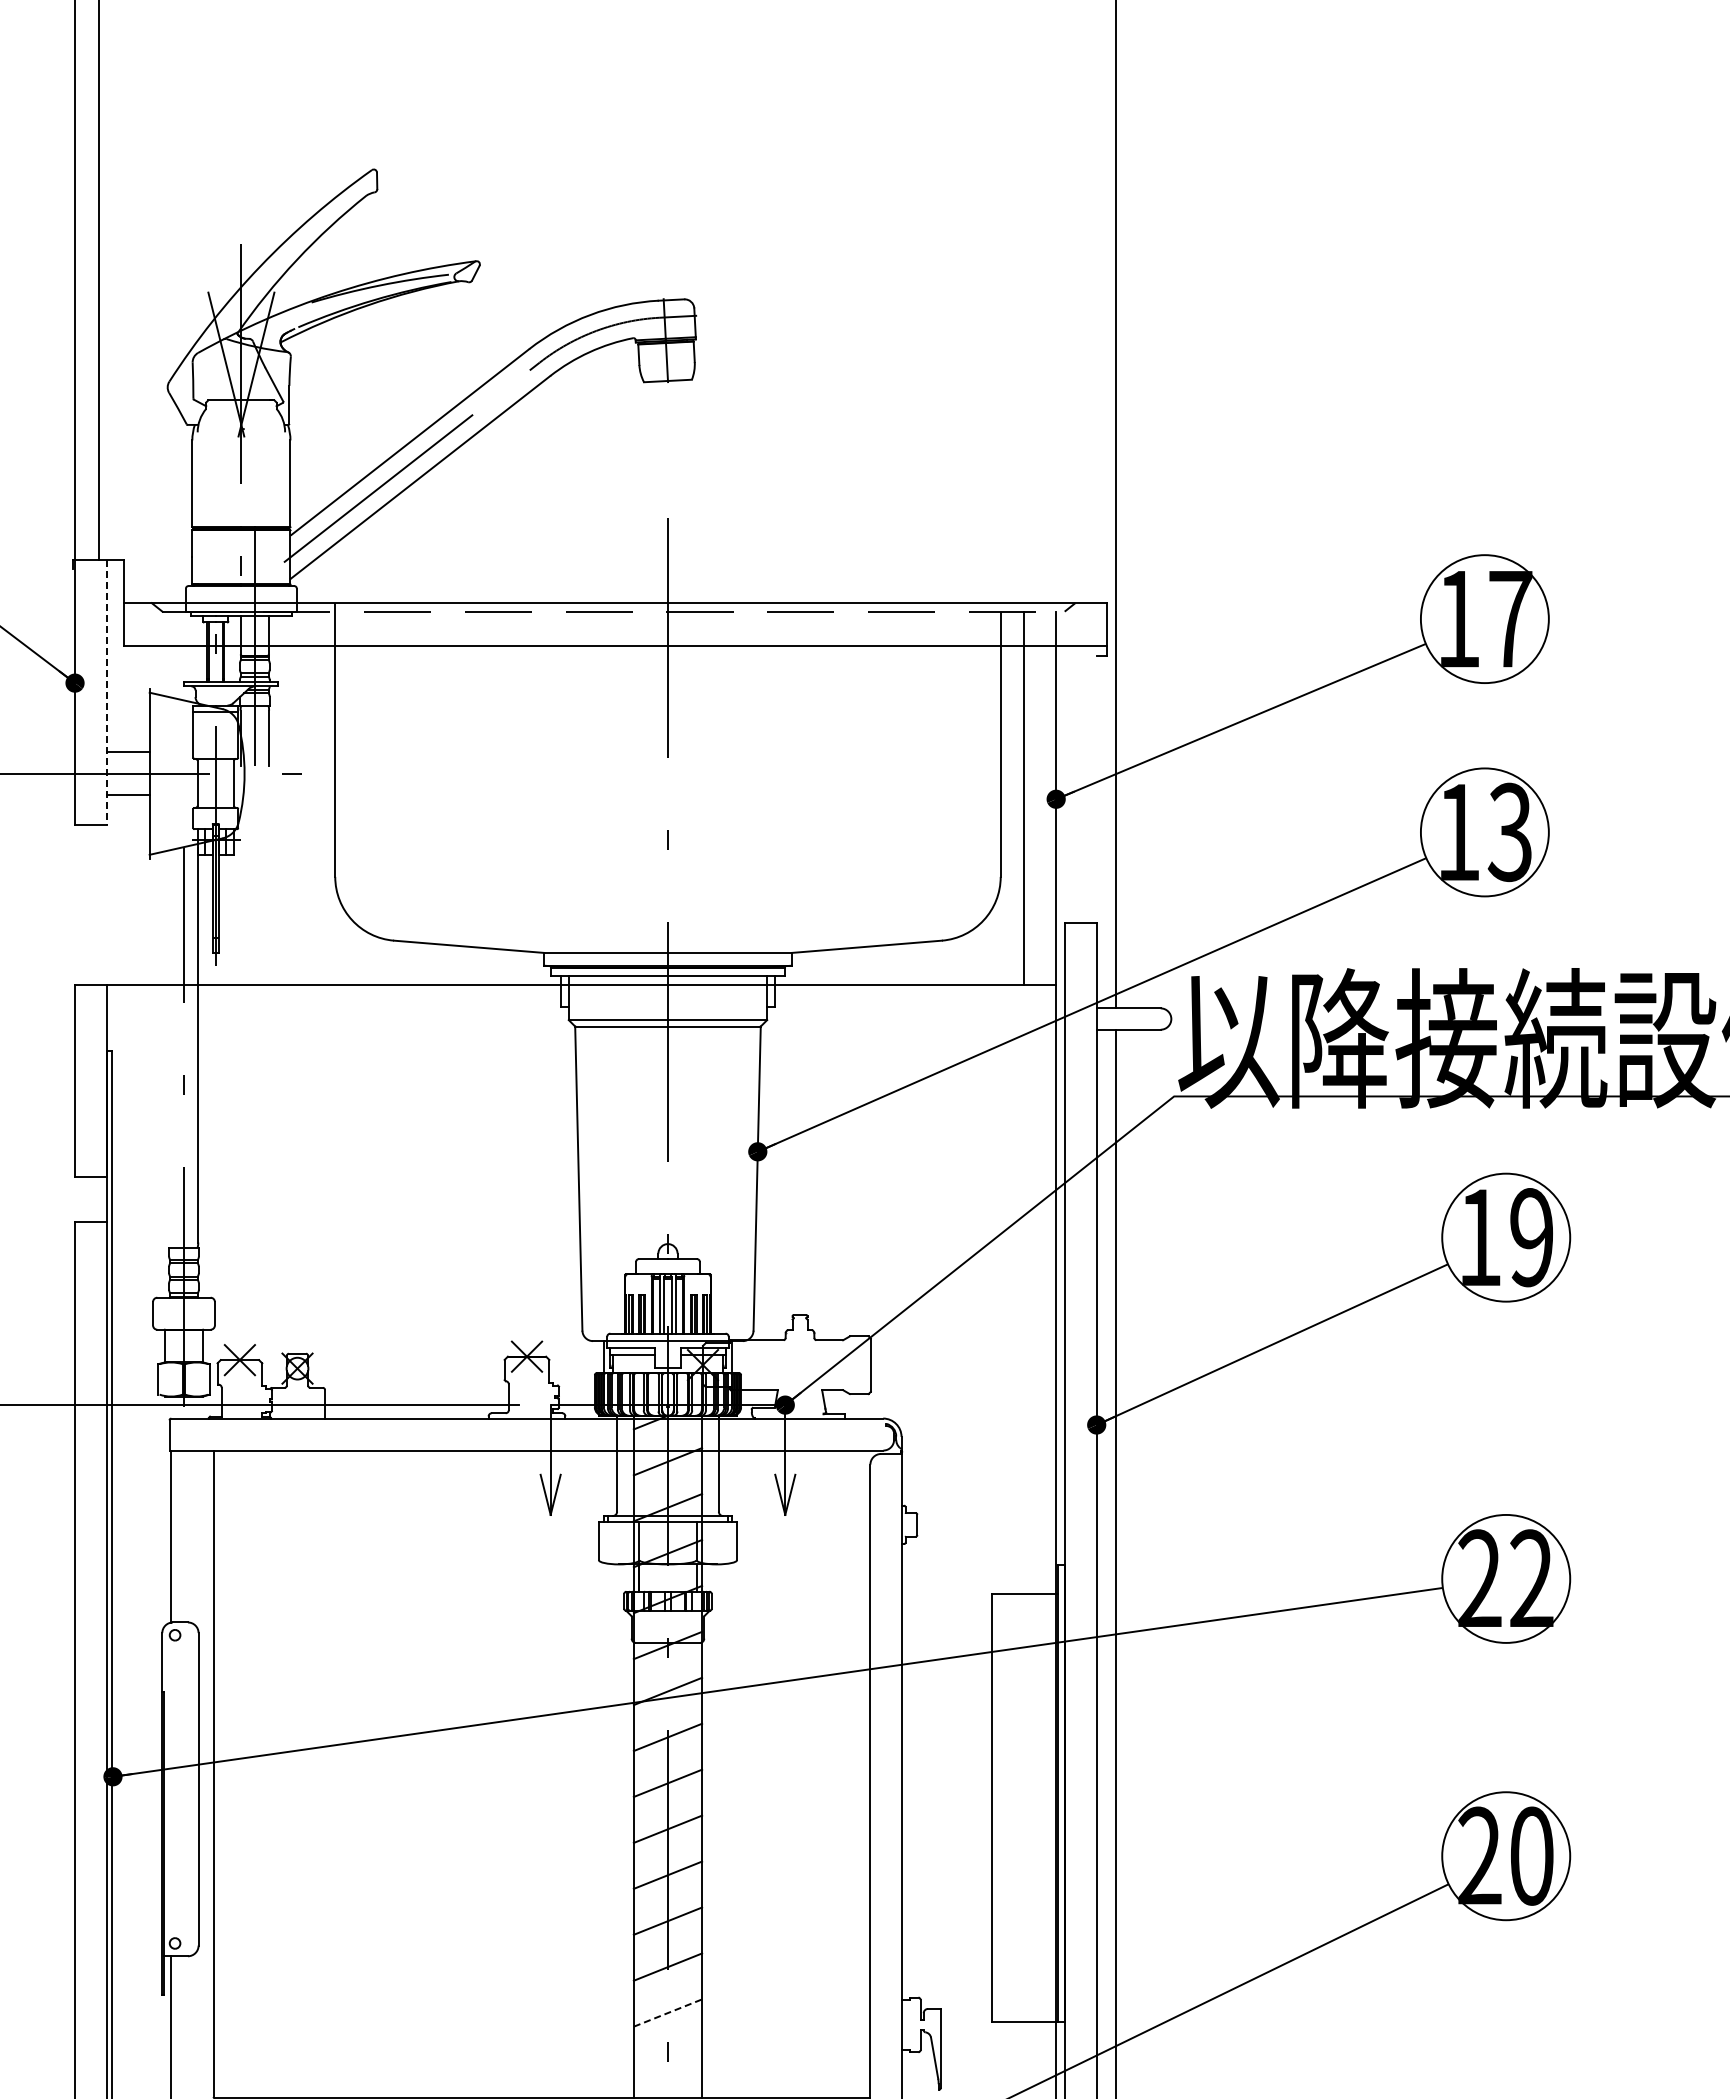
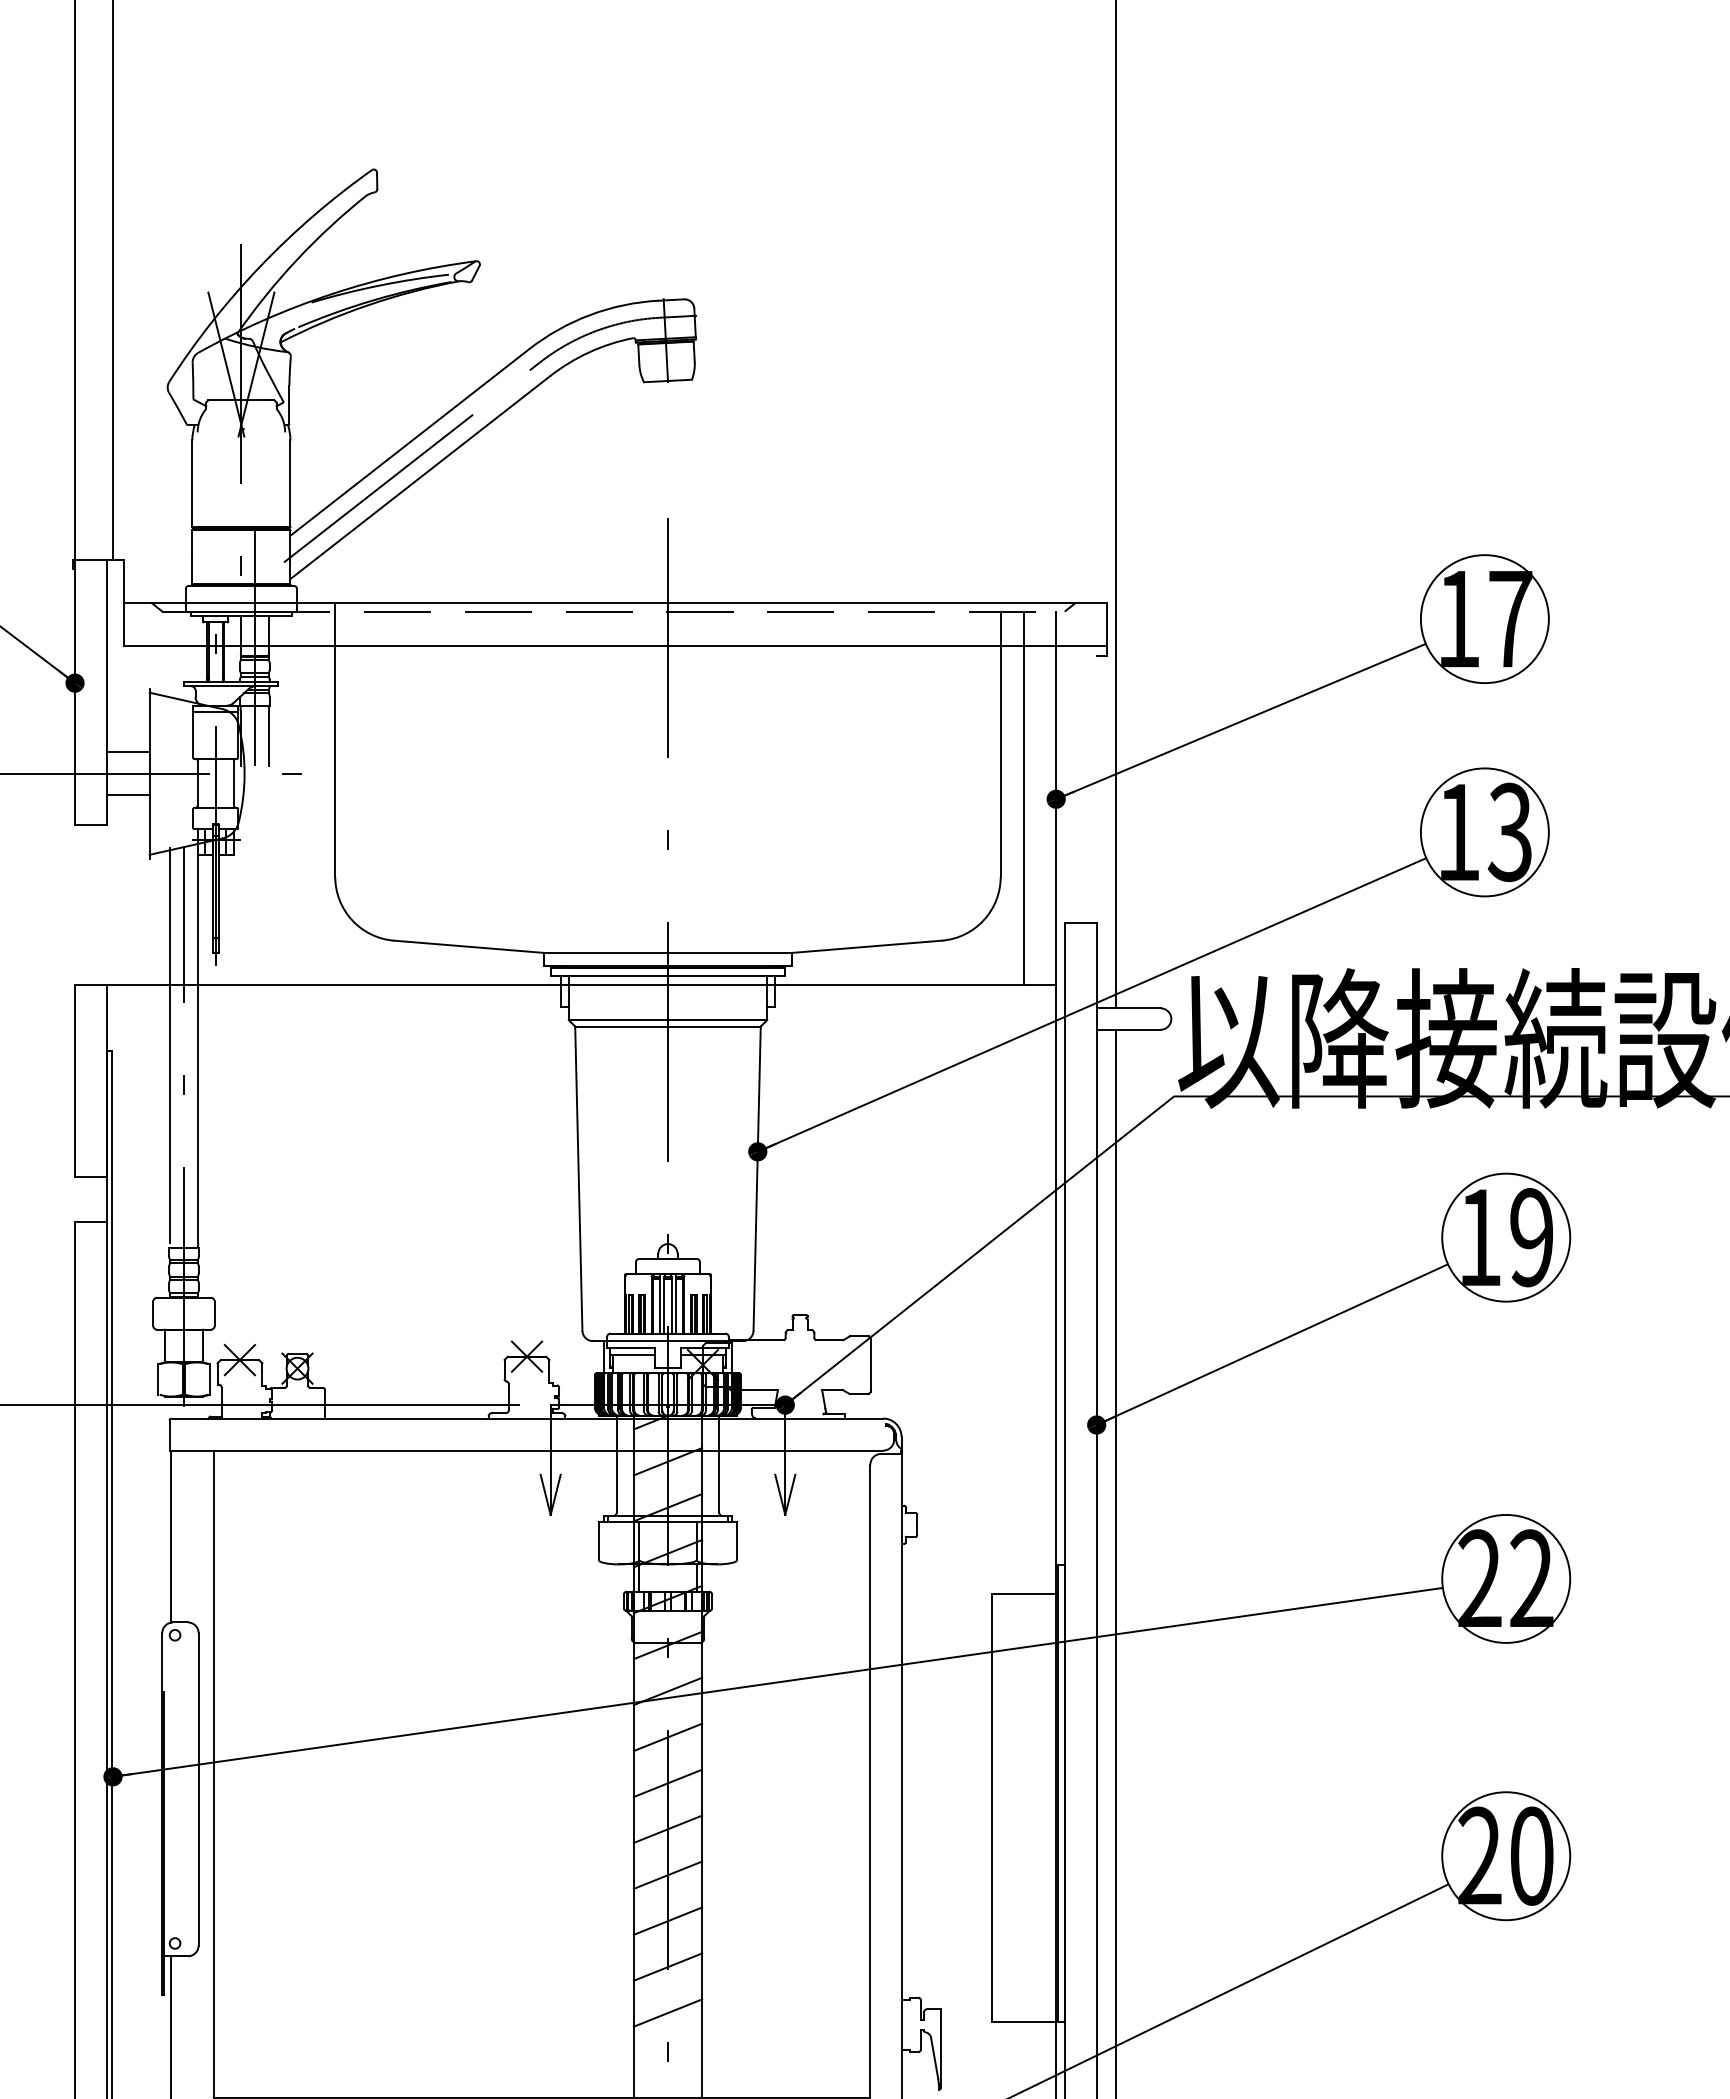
line at (99, 281) position: (99, 281) -> (113, 281)
line at (107, 693): dashed -> solid
line at (169, 1044): none -> present
line at (667, 2013): dashed -> solid
